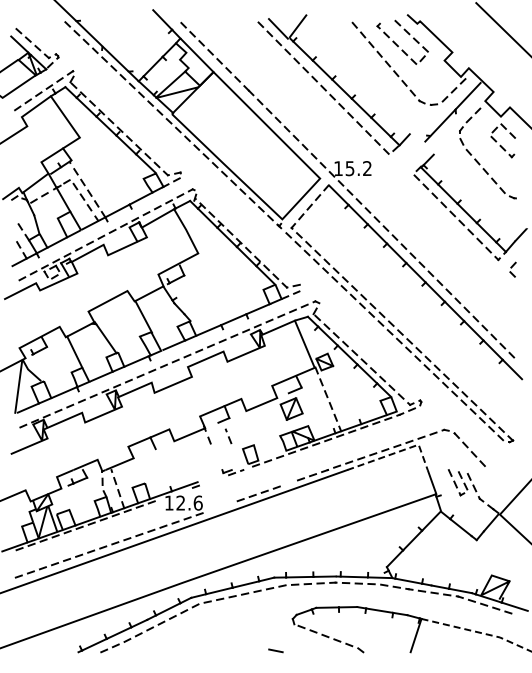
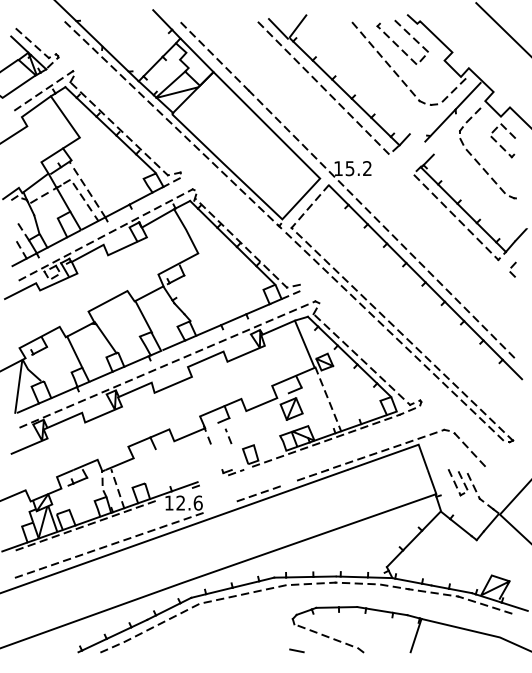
line at (396, 452): dashed -> solid
line at (478, 632): dashed -> solid
line at (275, 650) position: (275, 650) -> (296, 650)
